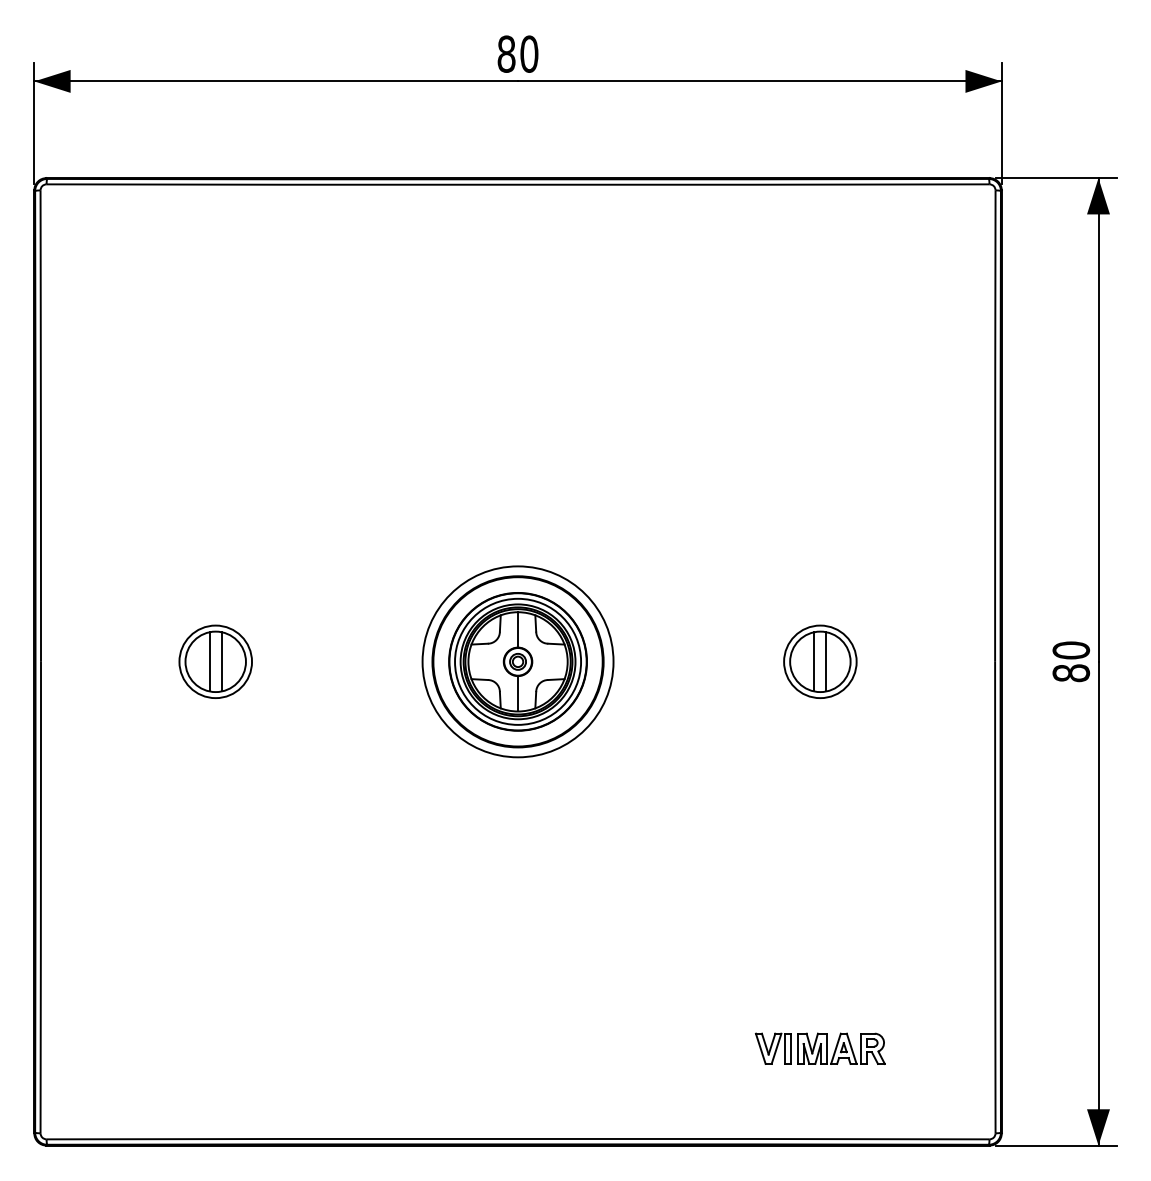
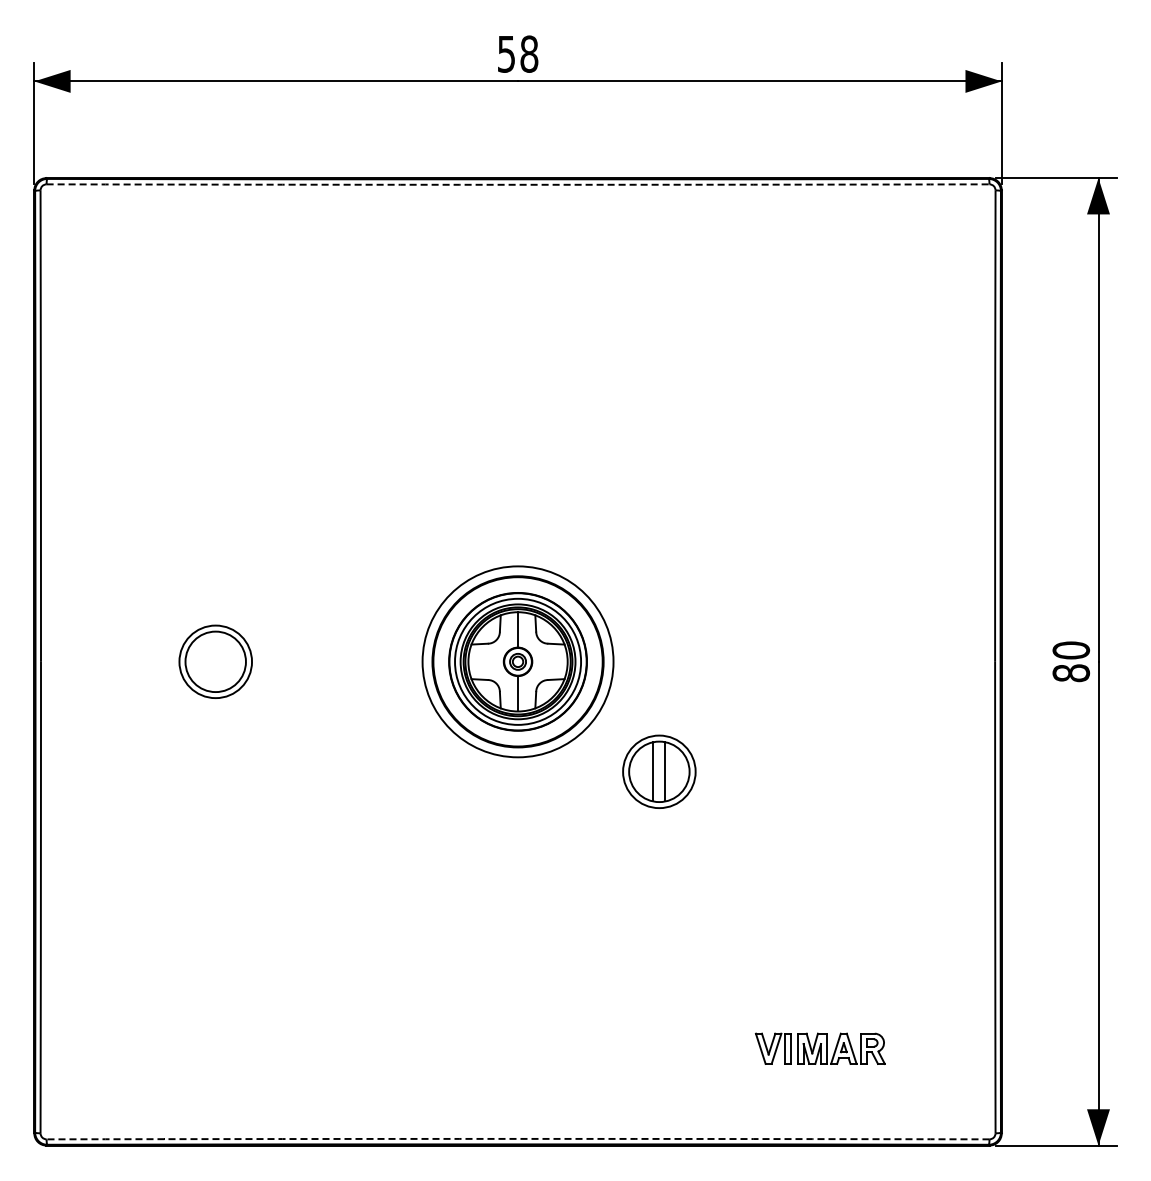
text at (517, 53): 80 -> 58
arc at (518, 184): solid -> dashed
line at (209, 661): present -> none
line at (221, 661): present -> none
part at (820, 661) position: (820, 661) -> (659, 771)
arc at (518, 1138): solid -> dashed
